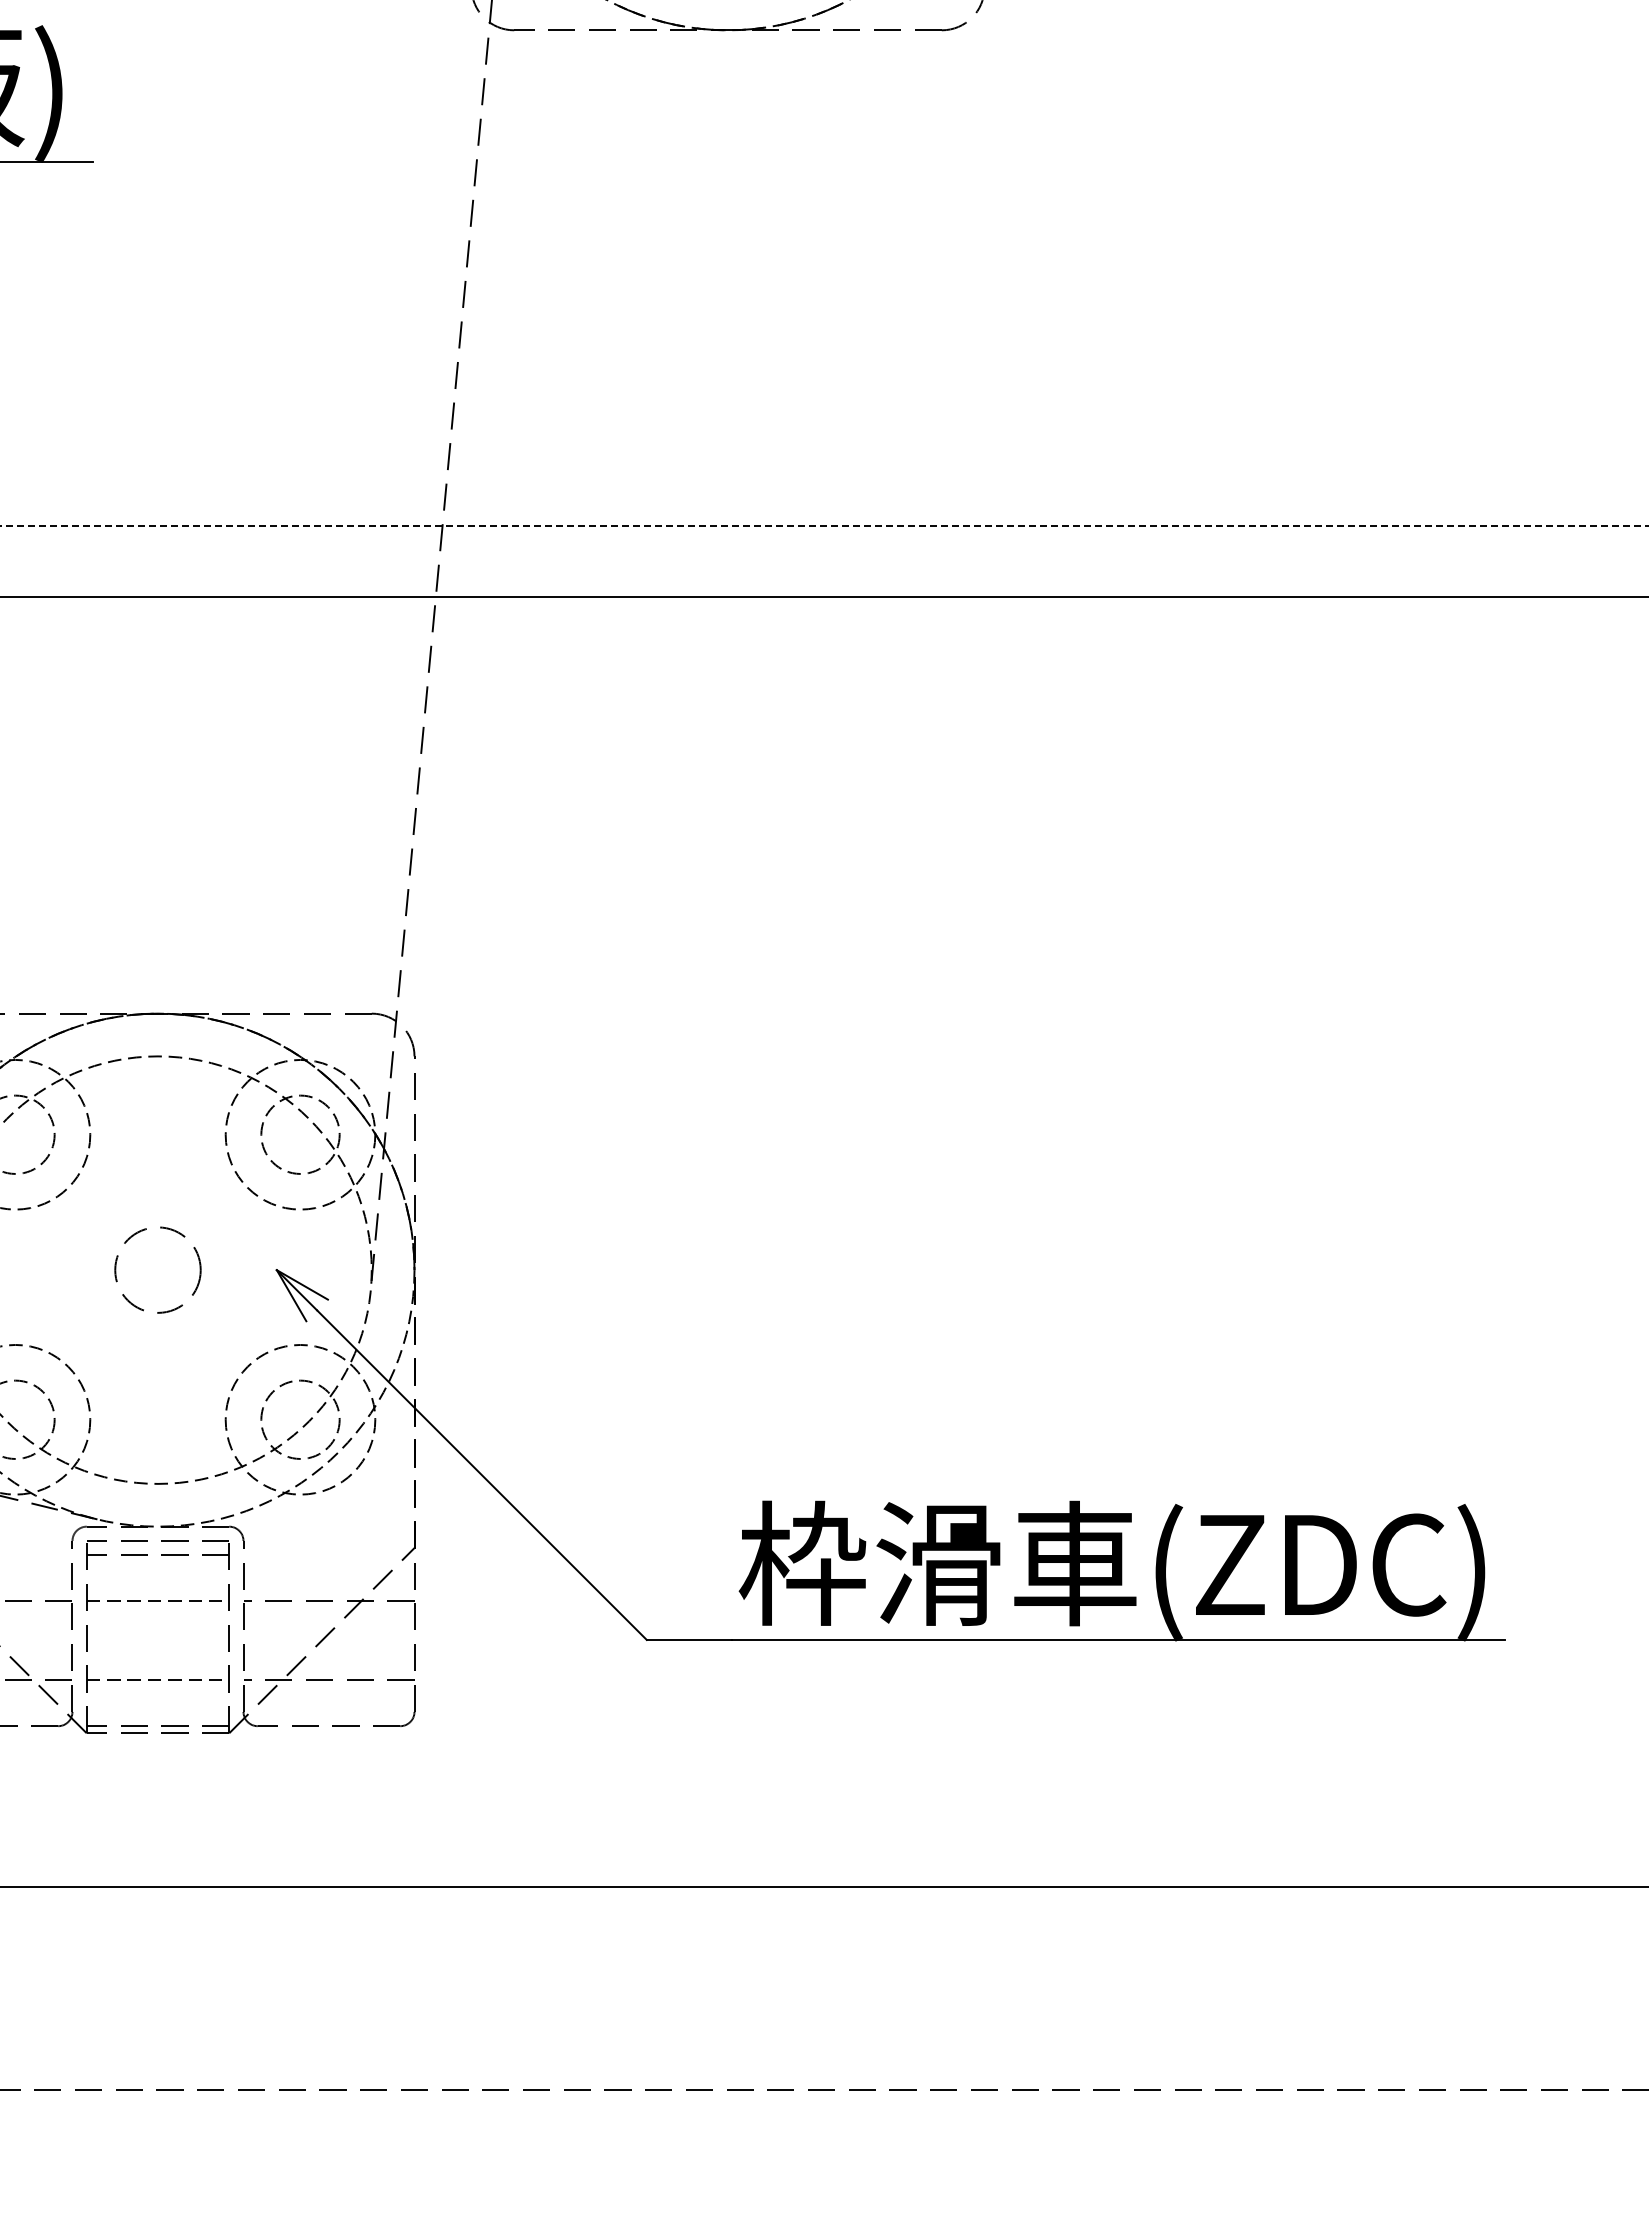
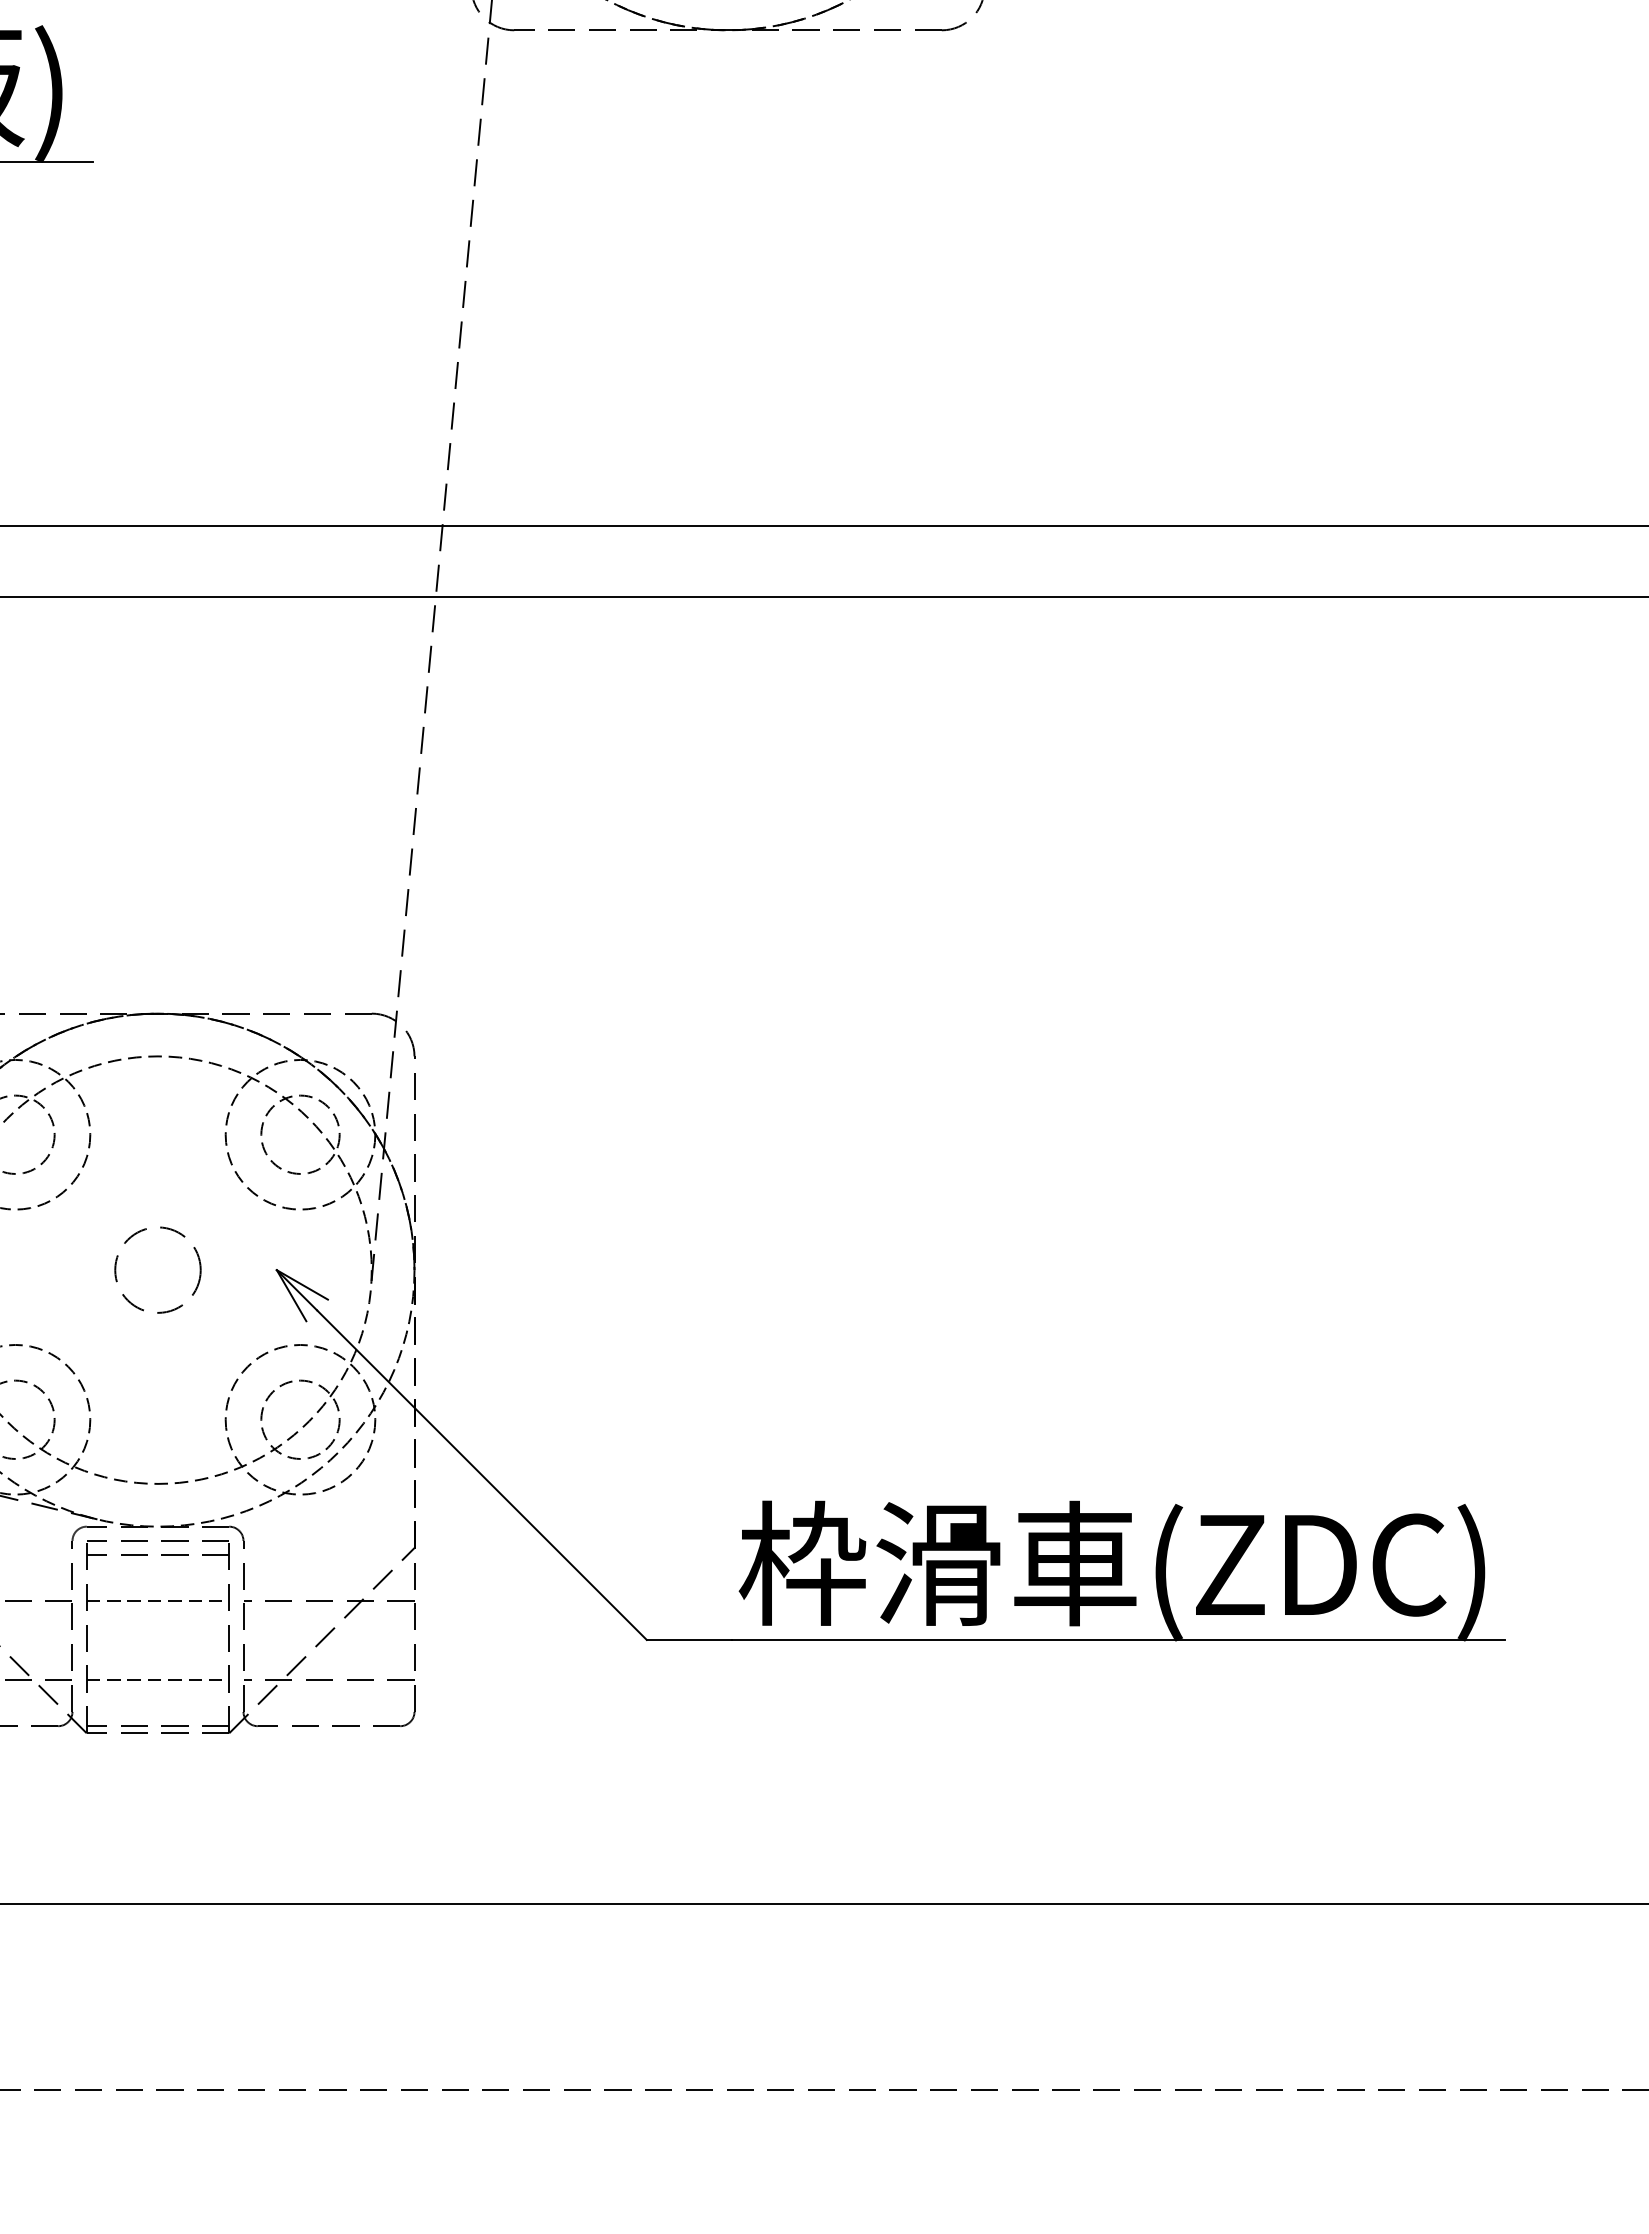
line at (824, 525): dashed -> solid
line at (823, 1887) position: (823, 1887) -> (823, 1904)
